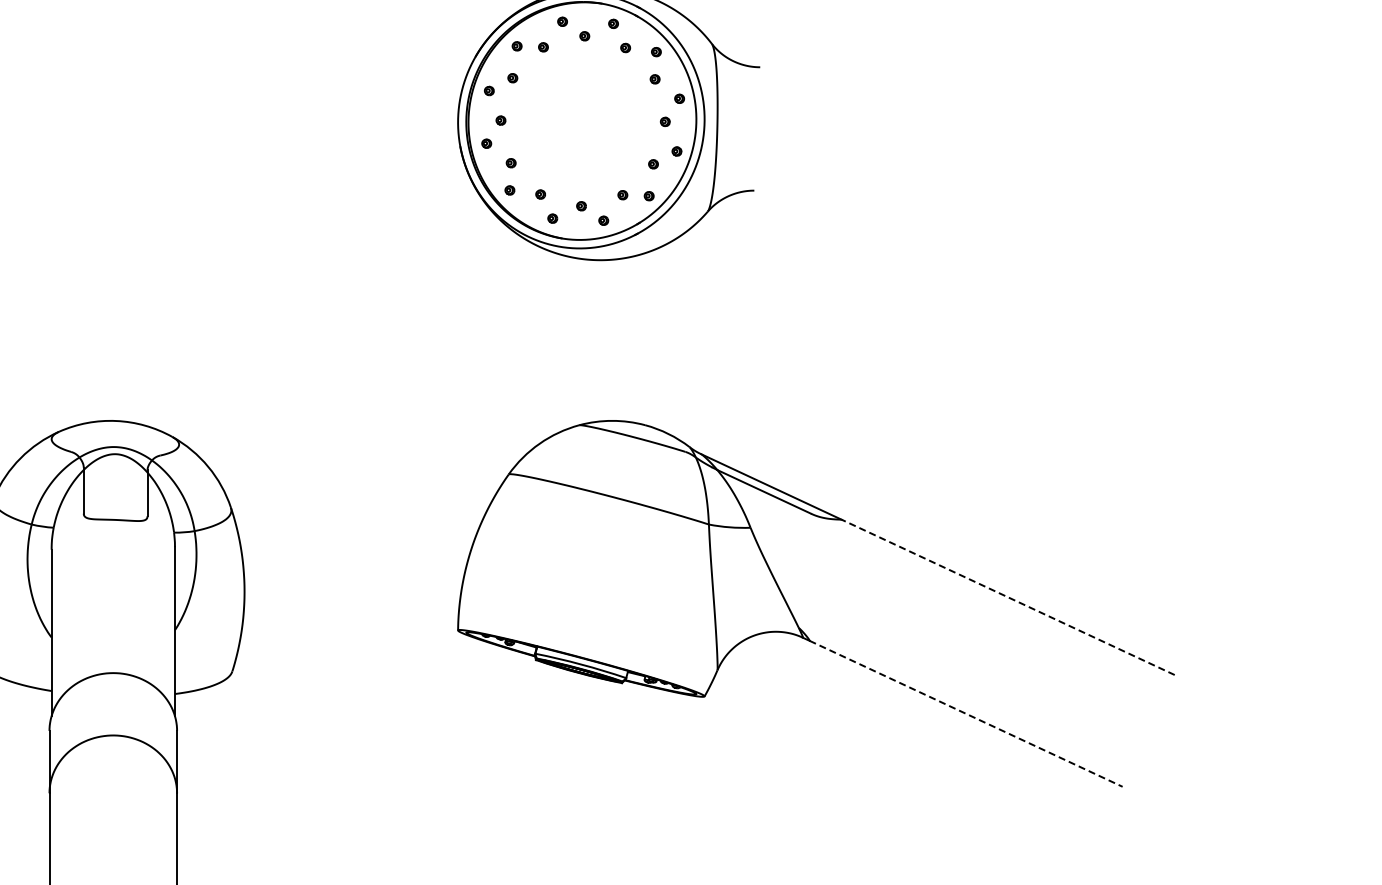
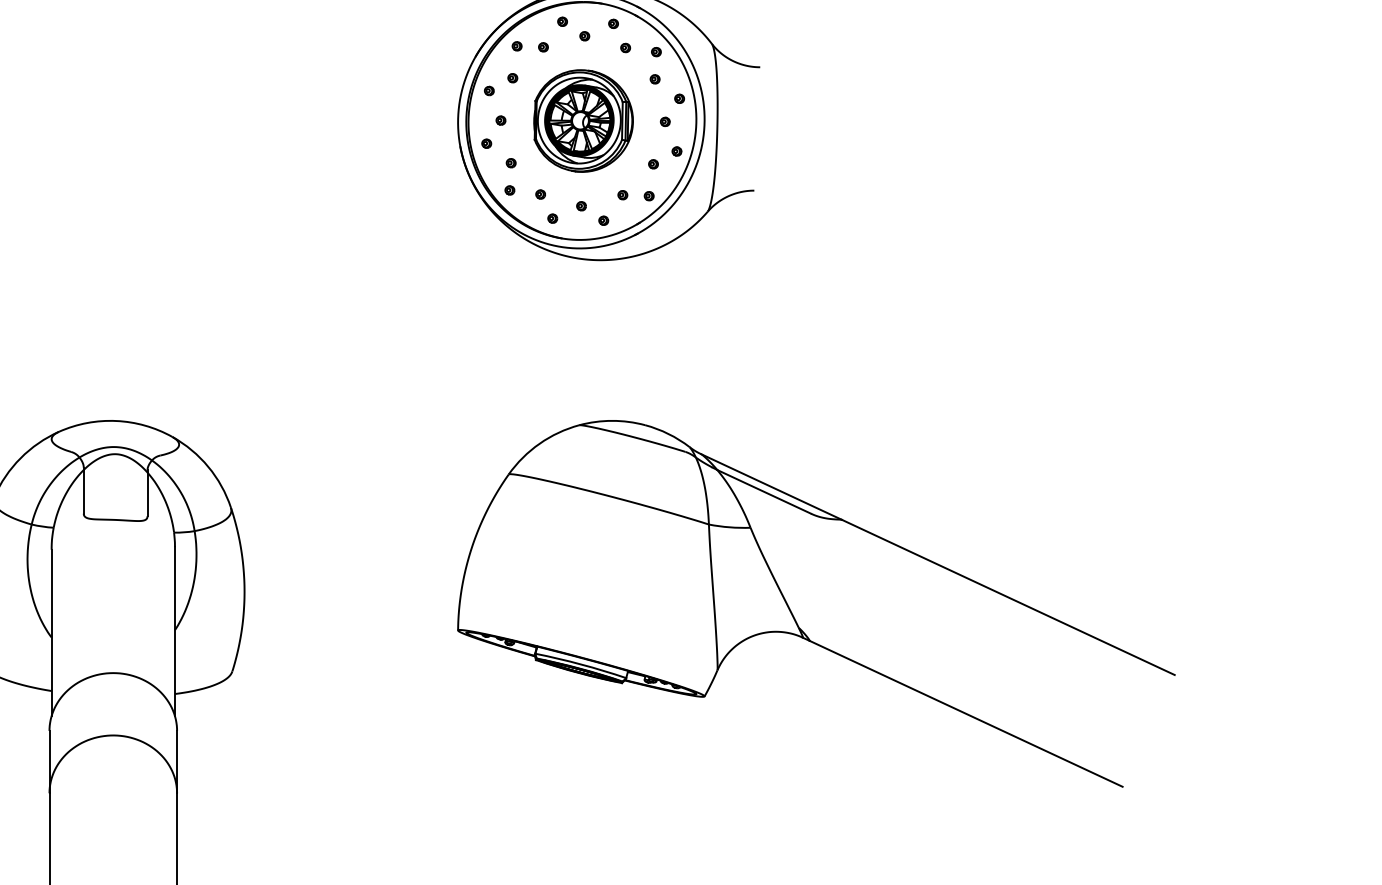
part at (583, 120): none -> present
line at (1008, 597): dashed -> solid
line at (966, 713): dashed -> solid
